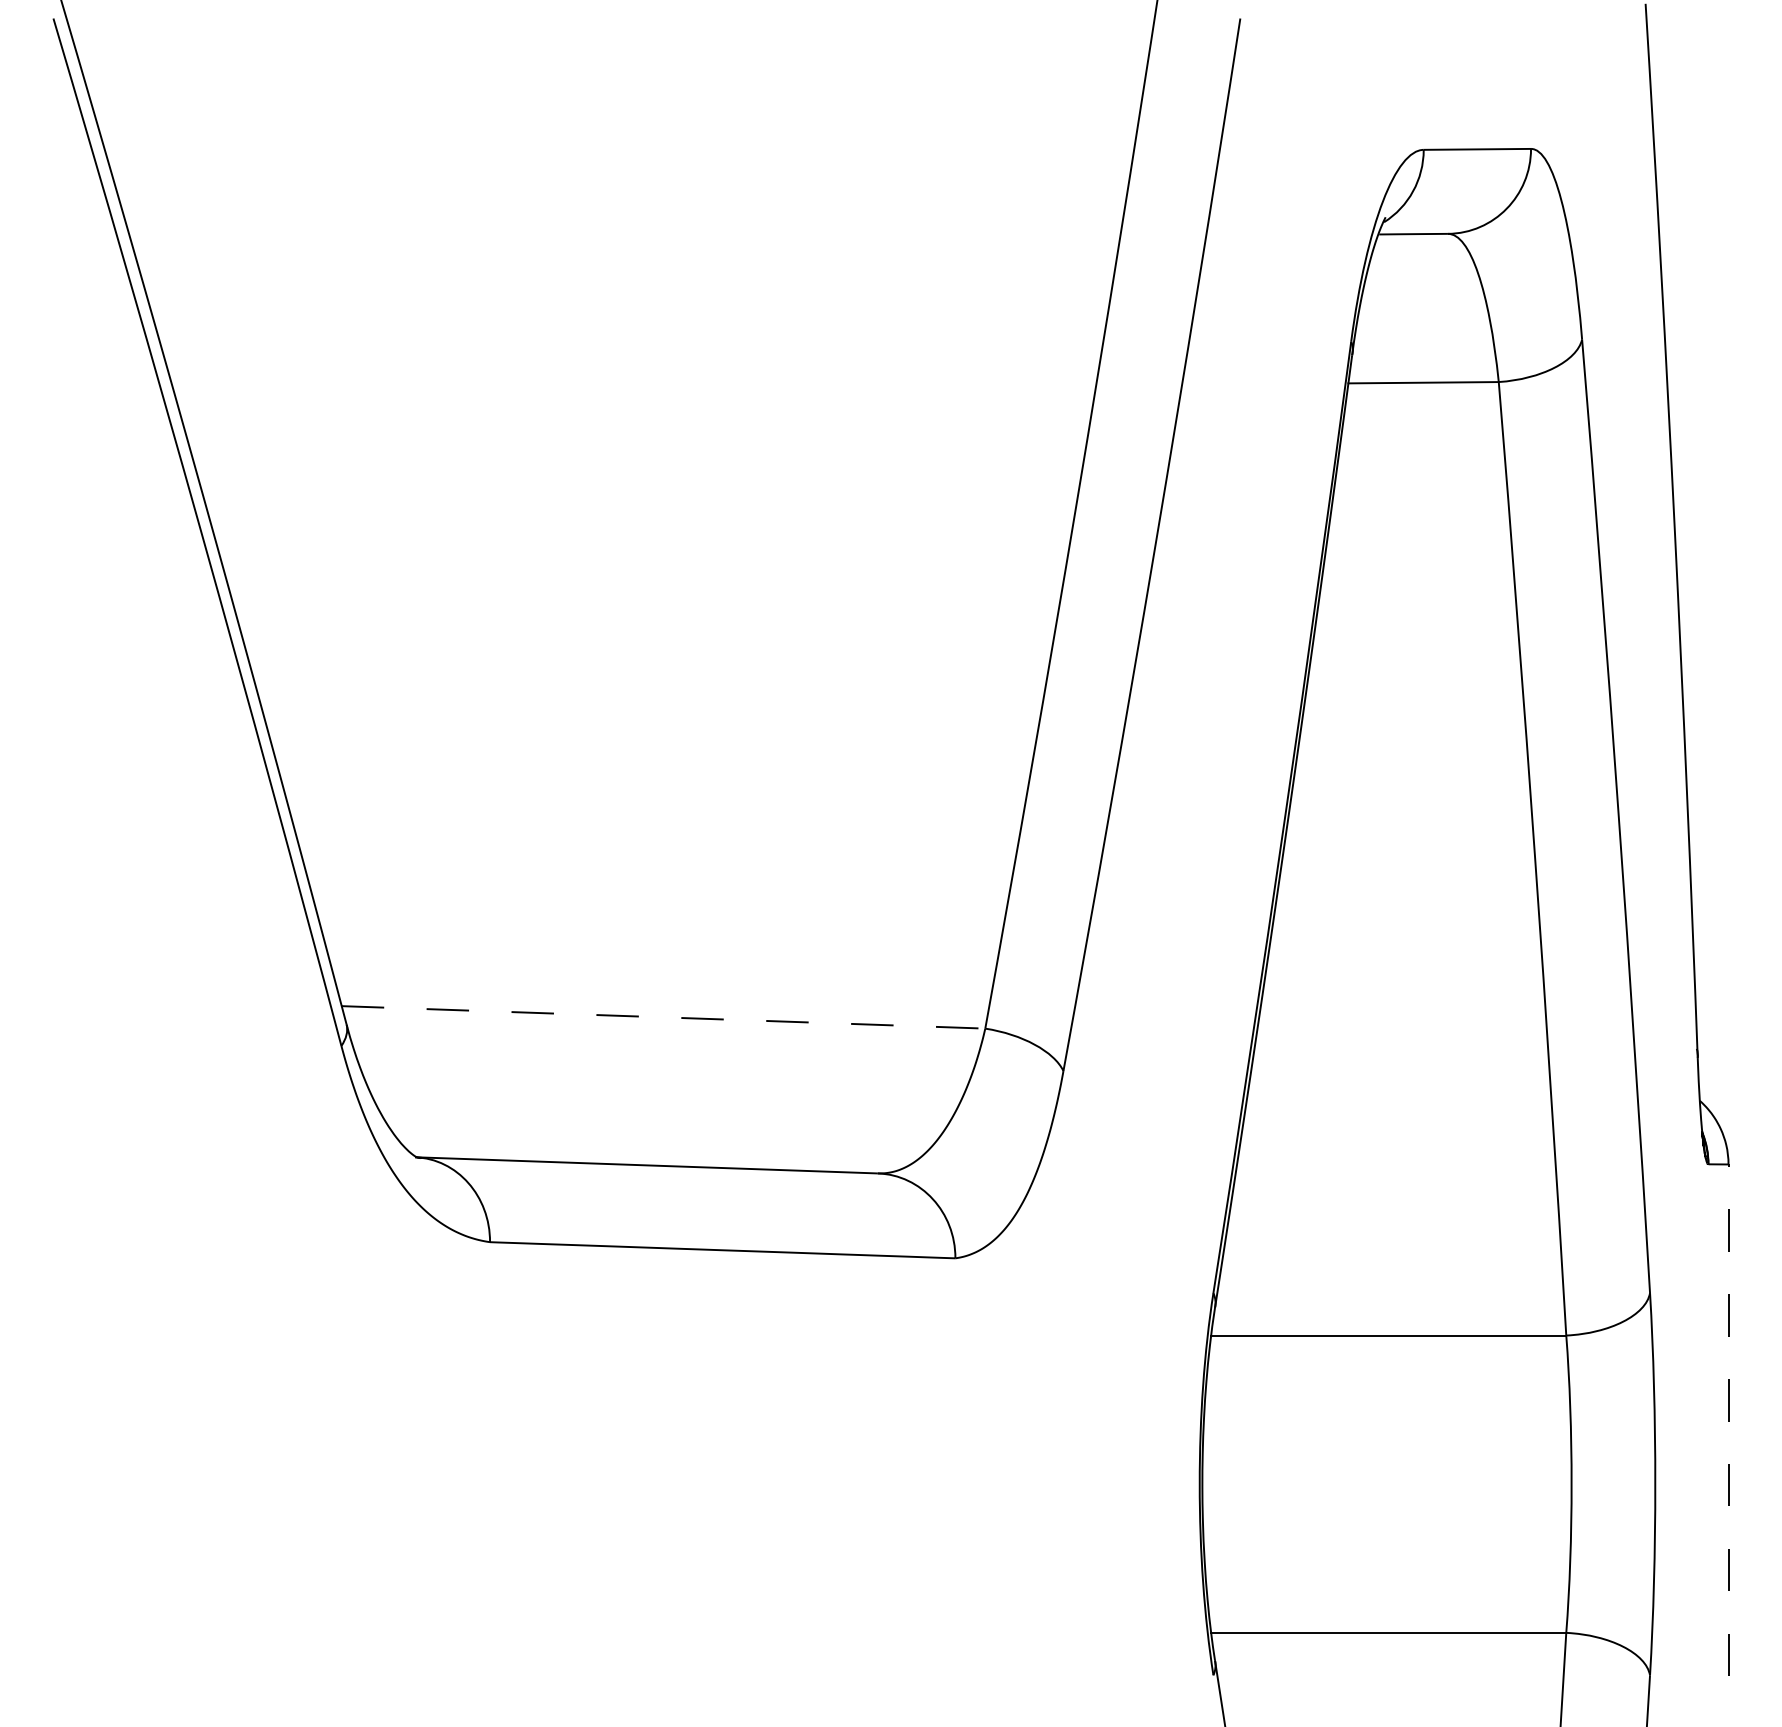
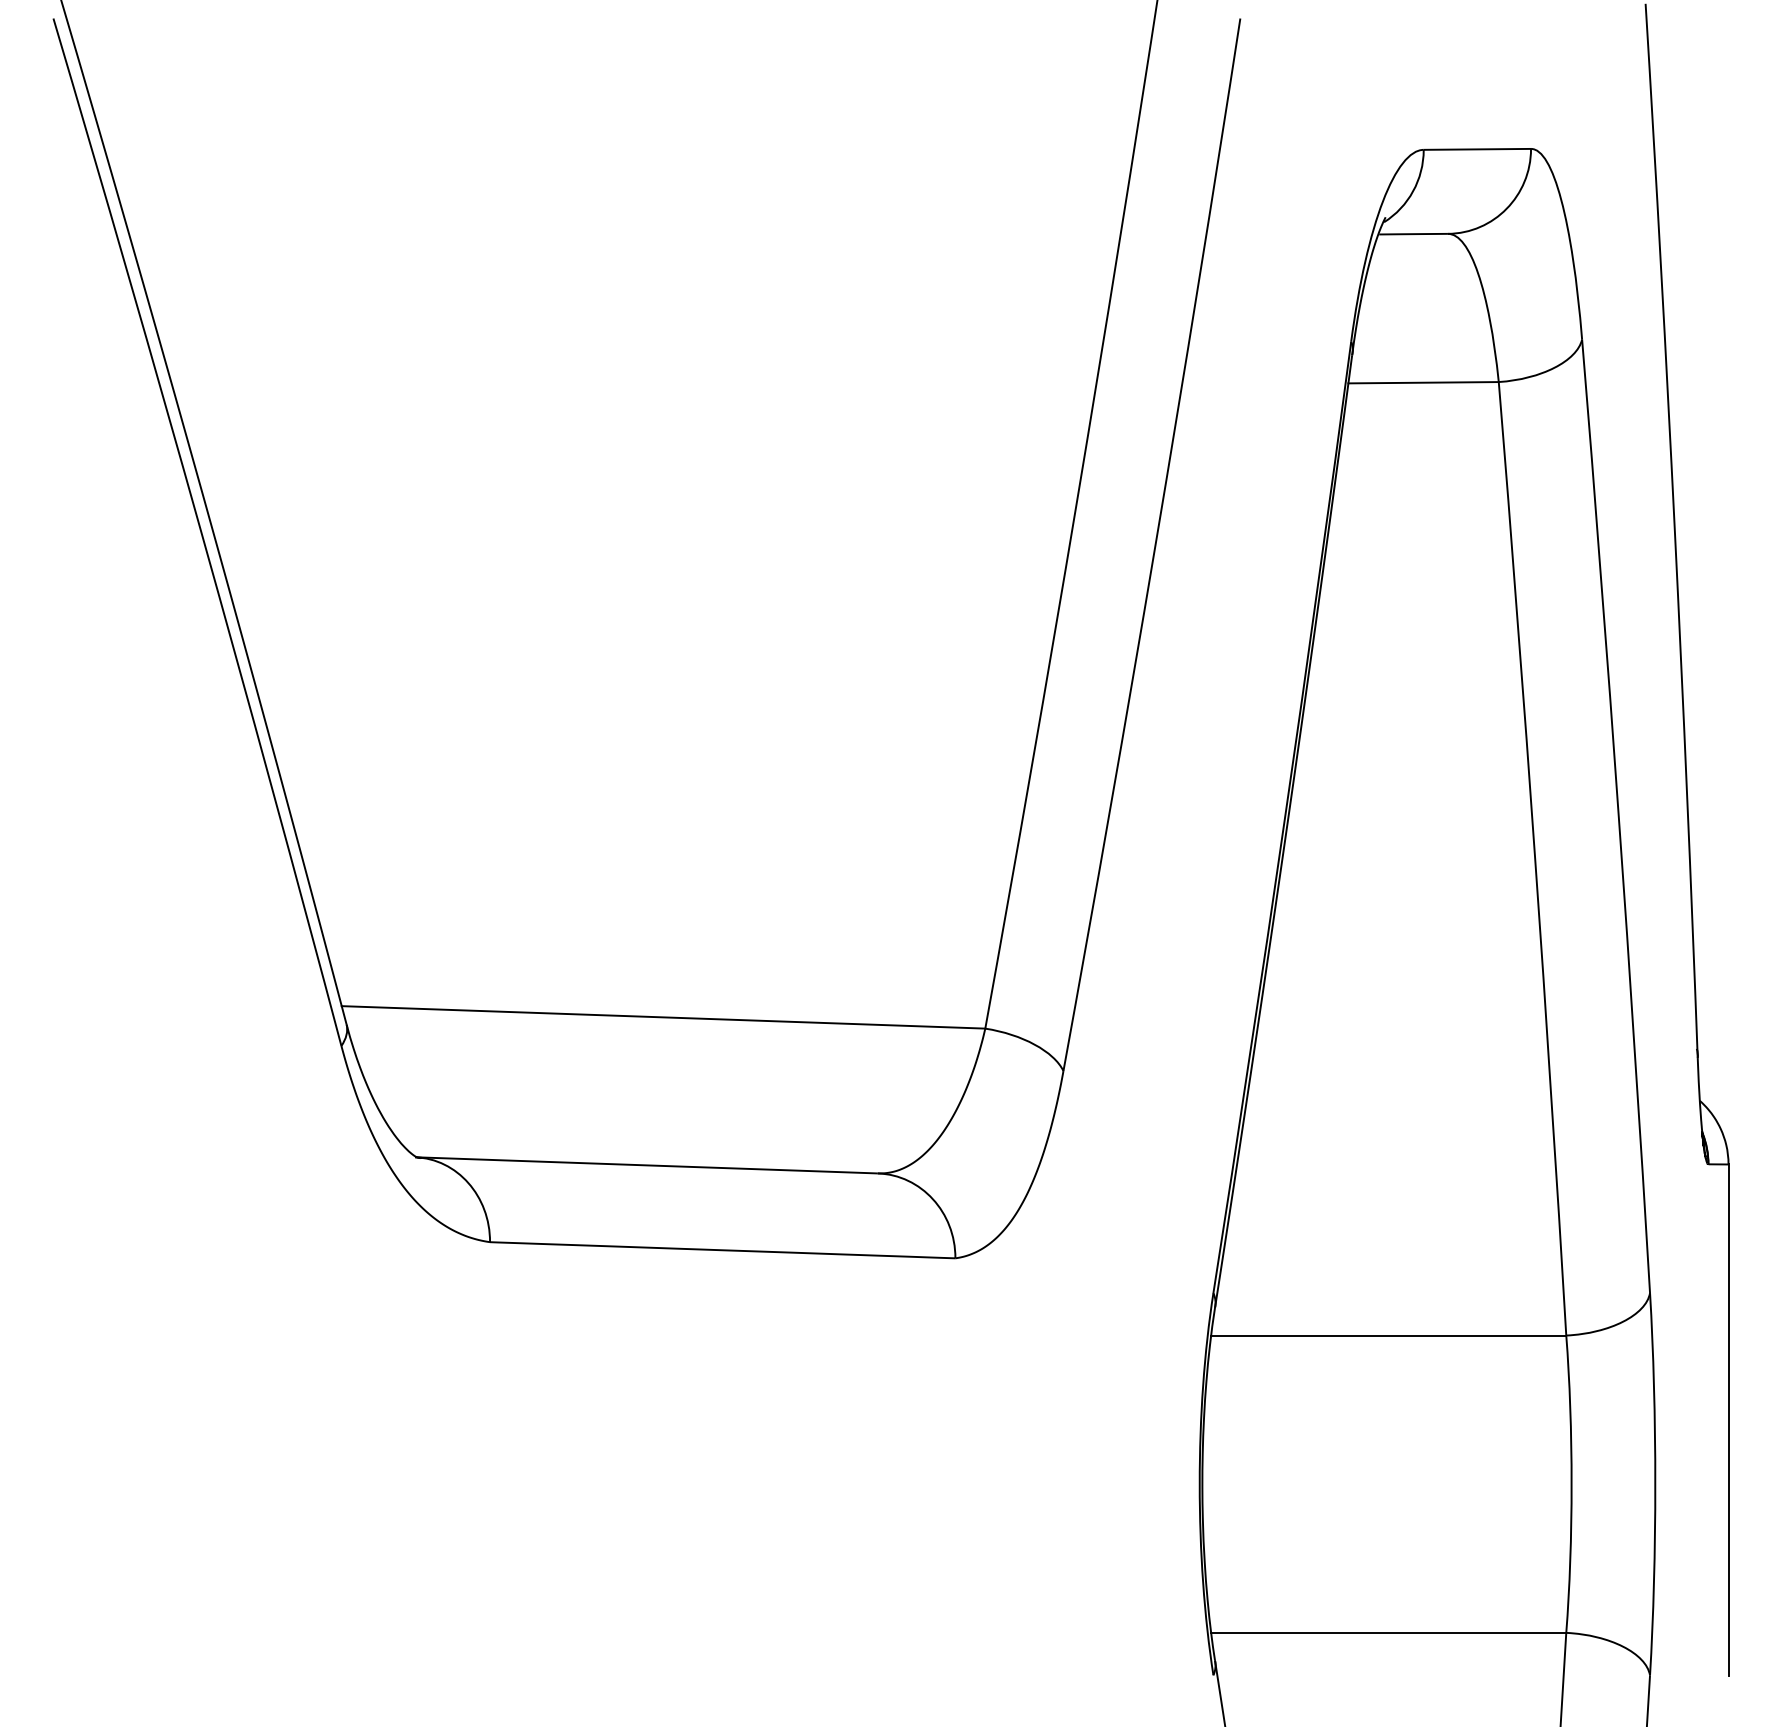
line at (663, 1017): dashed -> solid
line at (1728, 1420): dashed -> solid
